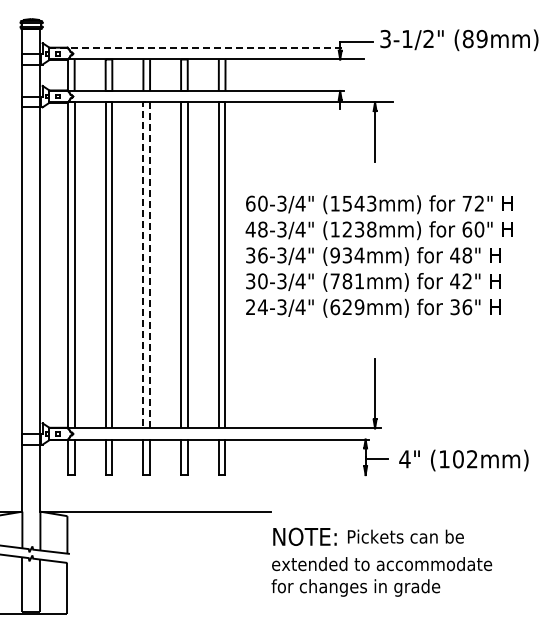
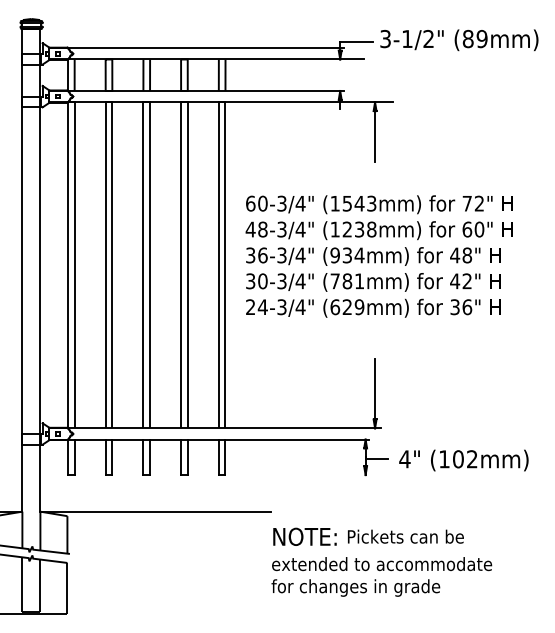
line at (197, 48): dashed -> solid
line at (146, 102): dashed -> solid
